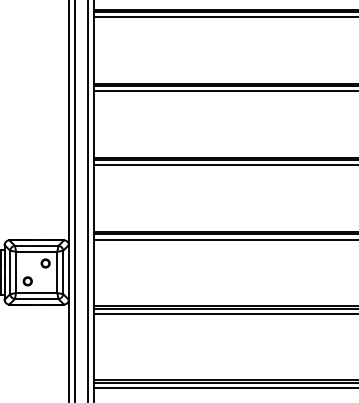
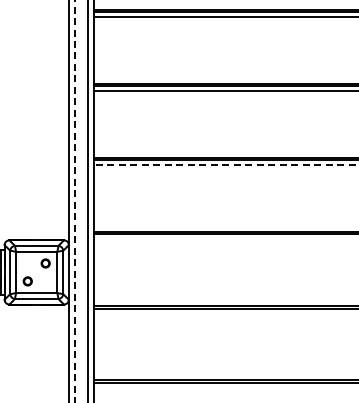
line at (226, 165): solid -> dashed
line at (75, 202): solid -> dashed
line at (224, 239): present -> none
line at (224, 313): present -> none
line at (224, 387): present -> none
